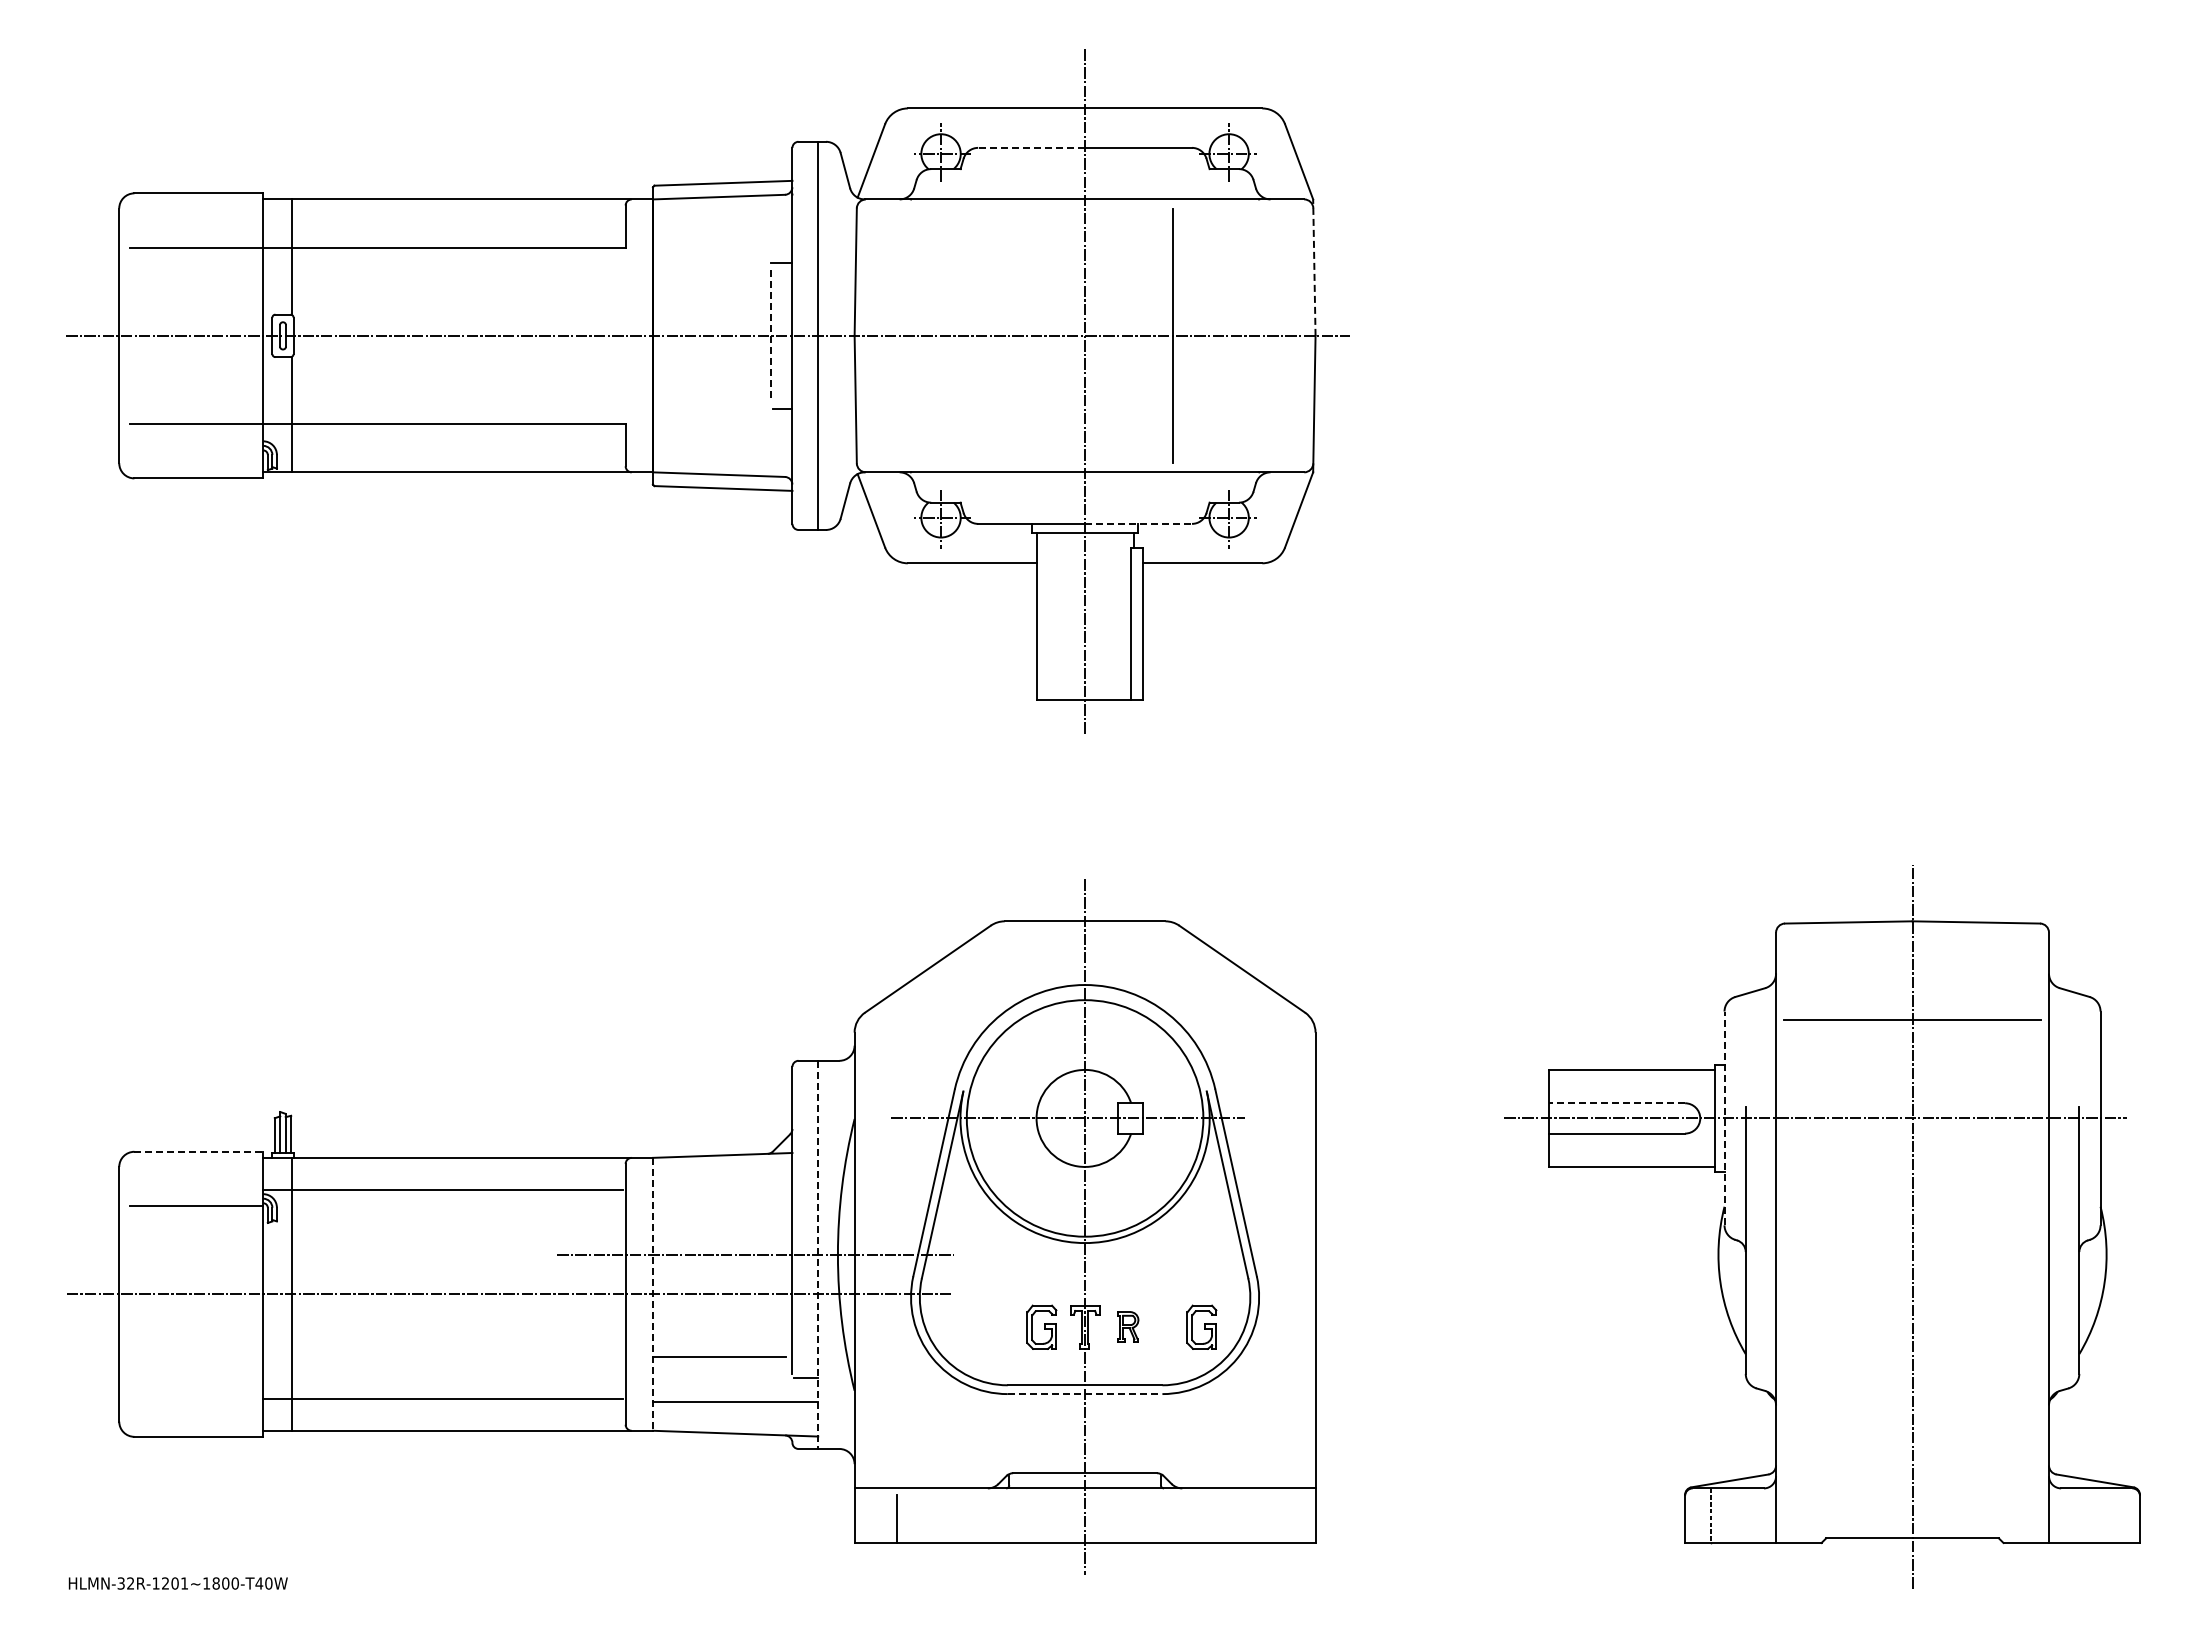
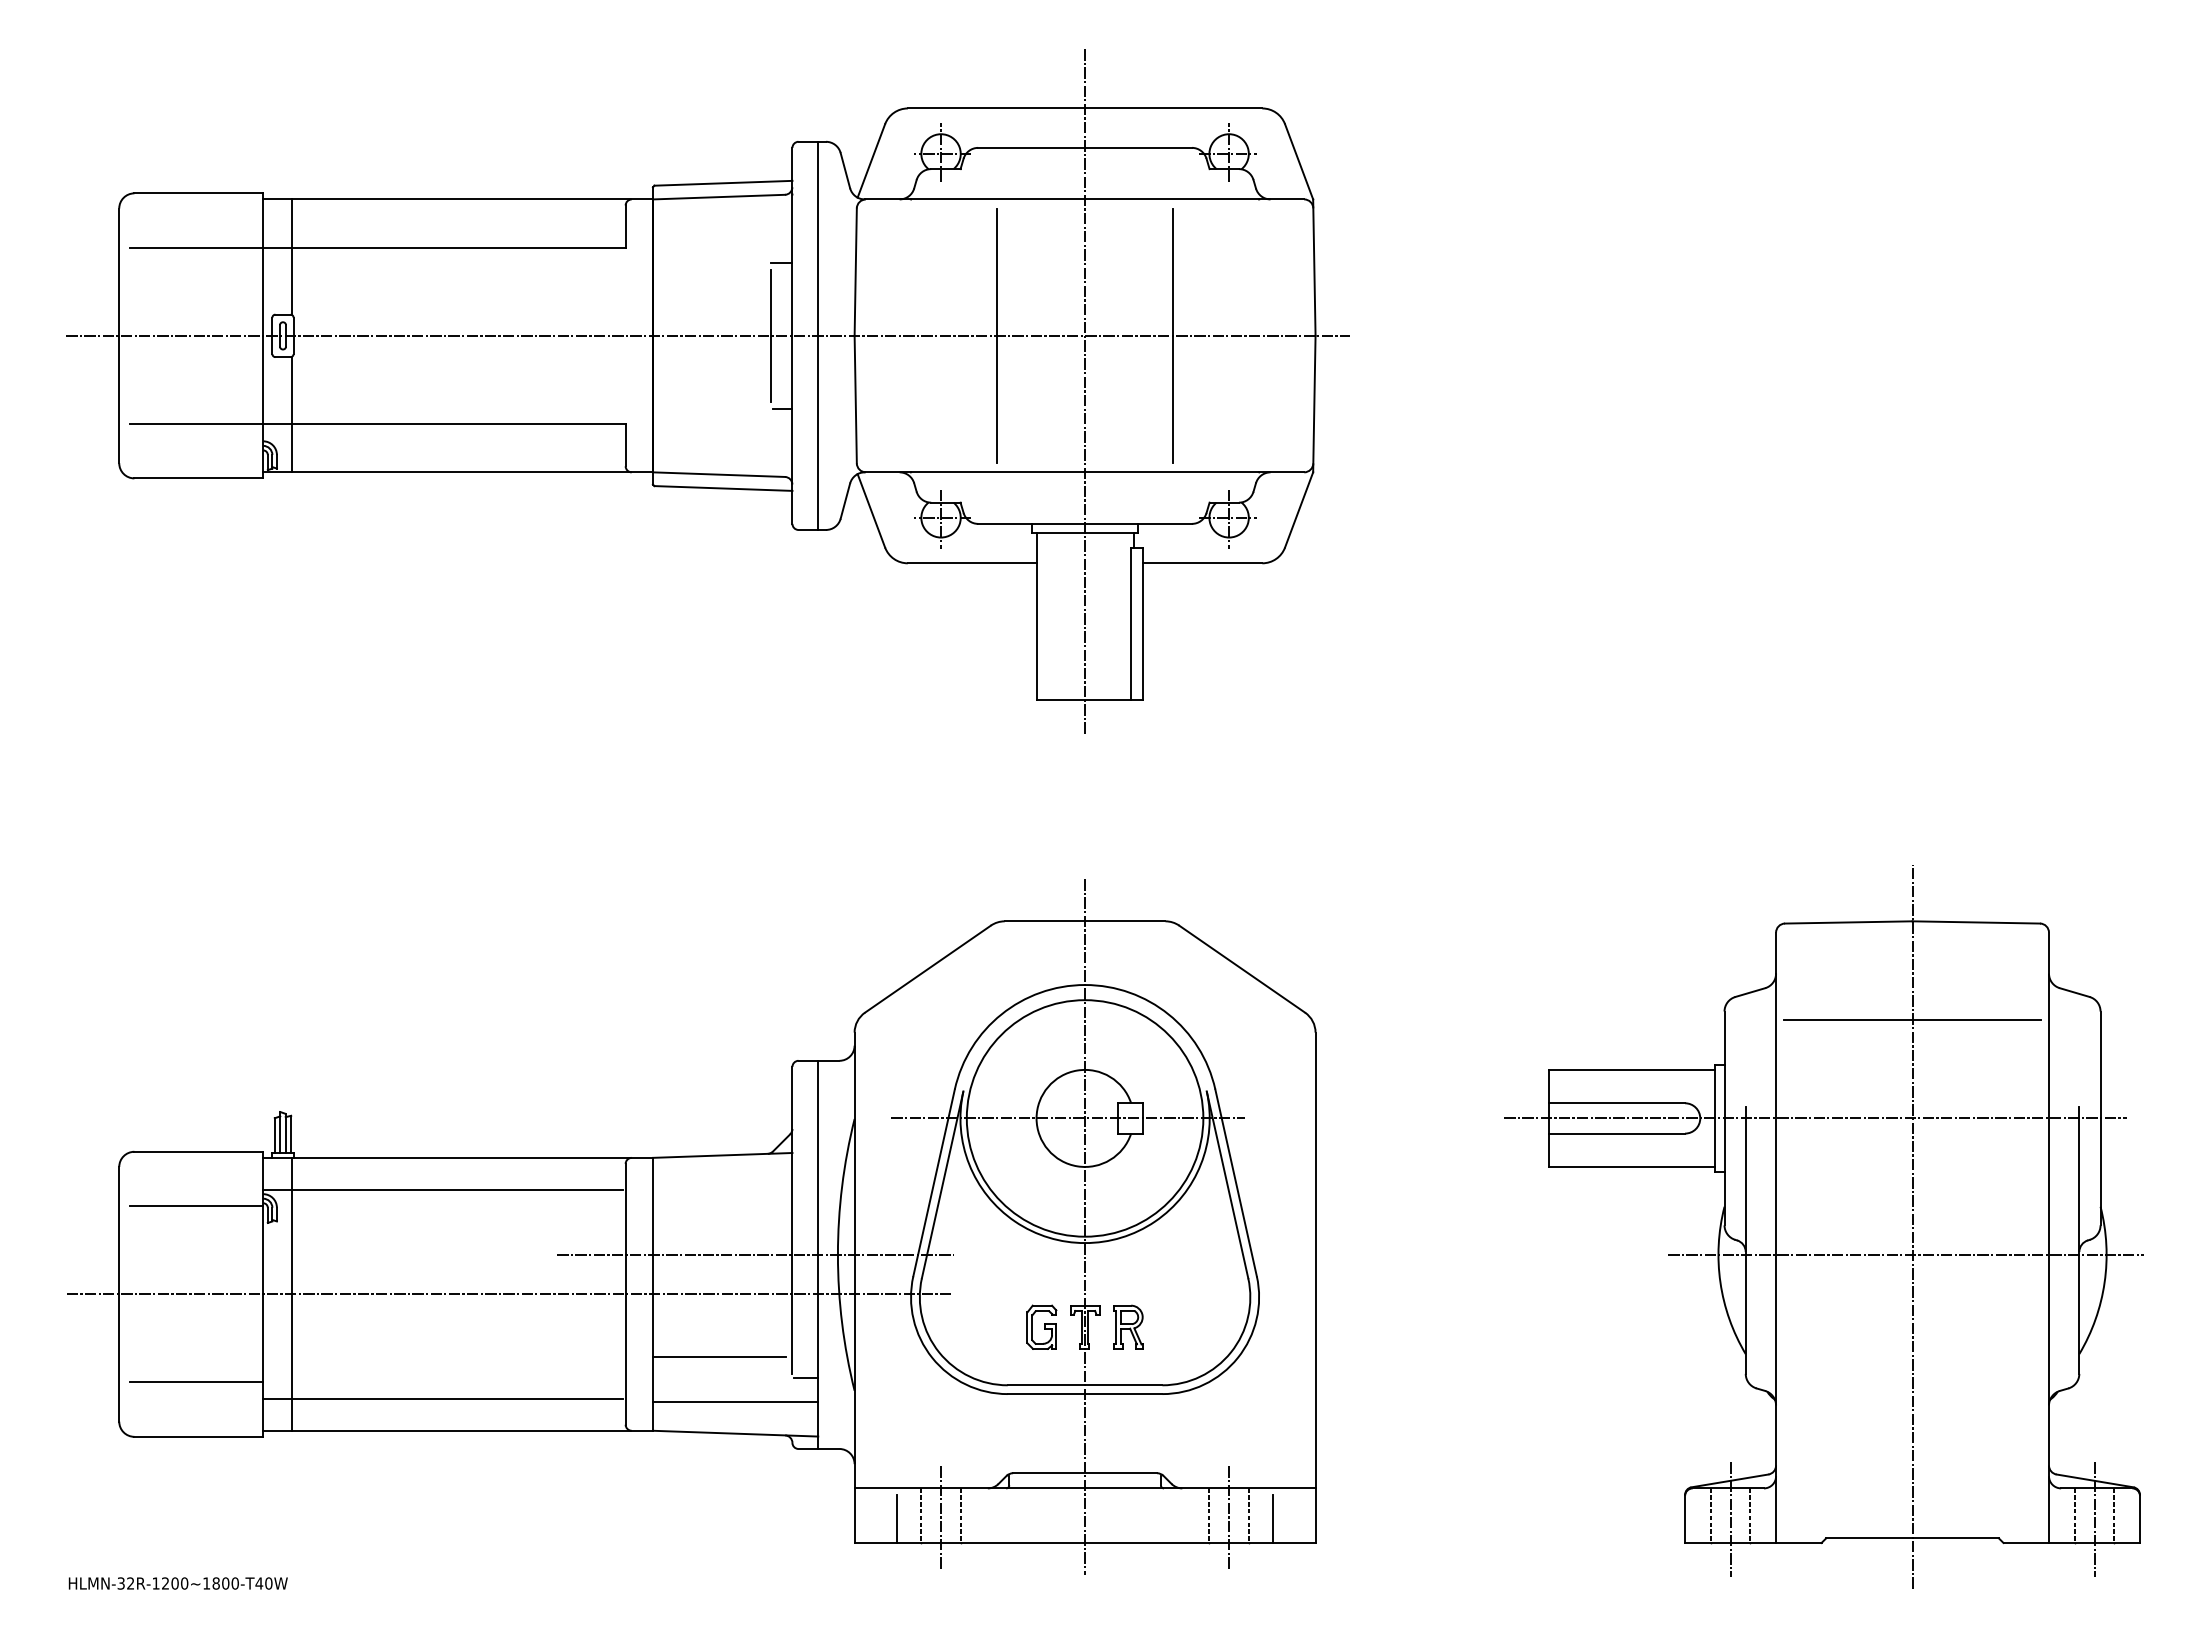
line at (1031, 147): dashed -> solid
line at (1314, 267): dashed -> solid
line at (997, 335): none -> present
line at (770, 336): dashed -> solid
line at (1139, 523): dashed -> solid
line at (1616, 1103): dashed -> solid
line at (1724, 1118): dashed -> solid
line at (199, 1151): dashed -> solid
line at (1905, 1254): none -> present
line at (818, 1255): dashed -> solid
line at (652, 1294): dashed -> solid
part at (1128, 1326) size: 23x32 px -> 31x46 px
part at (1201, 1326): present -> none
line at (196, 1382): none -> present
line at (1085, 1394): dashed -> solid
line at (921, 1515): none -> present
line at (960, 1515): none -> present
line at (1209, 1515): none -> present
line at (1248, 1515): none -> present
line at (1750, 1515): none -> present
line at (2074, 1515): none -> present
line at (2114, 1515): none -> present
line at (941, 1517): none -> present
line at (1229, 1517): none -> present
line at (1273, 1518): none -> present
line at (1730, 1519): none -> present
line at (2094, 1519): none -> present
text at (184, 1583): HLMN-32R-1201~1800-T40W -> HLMN-32R-1200~1800-T40W
